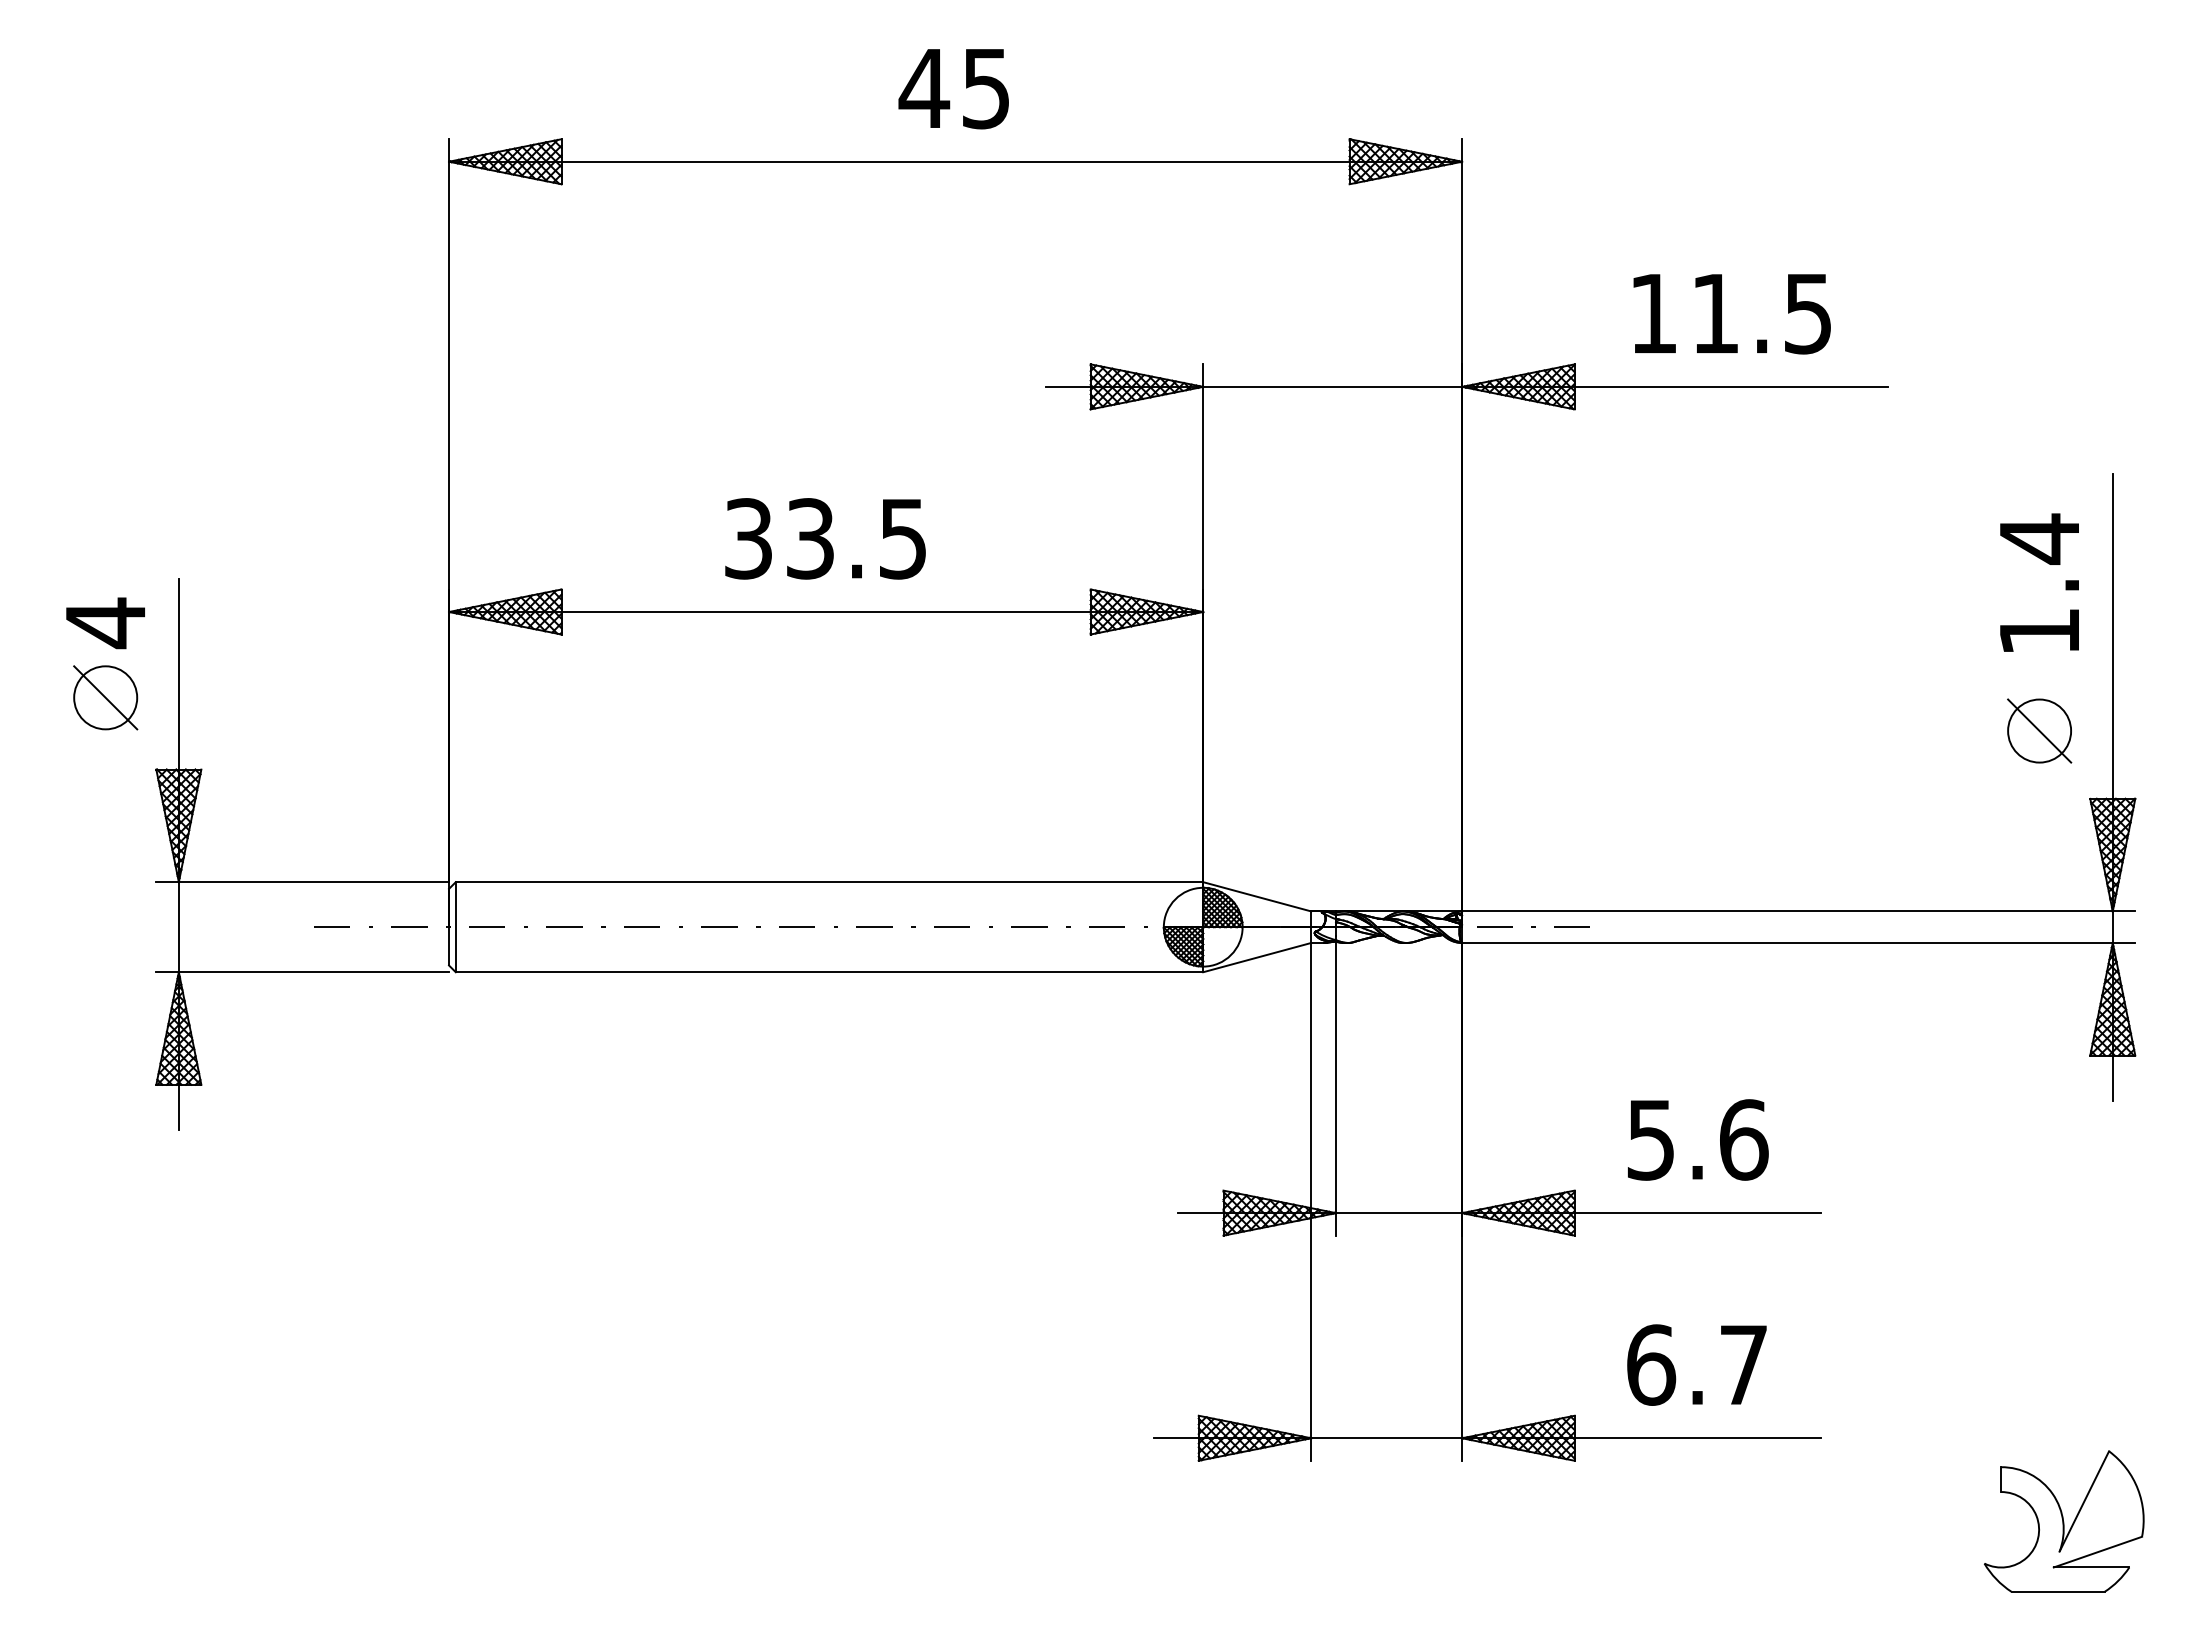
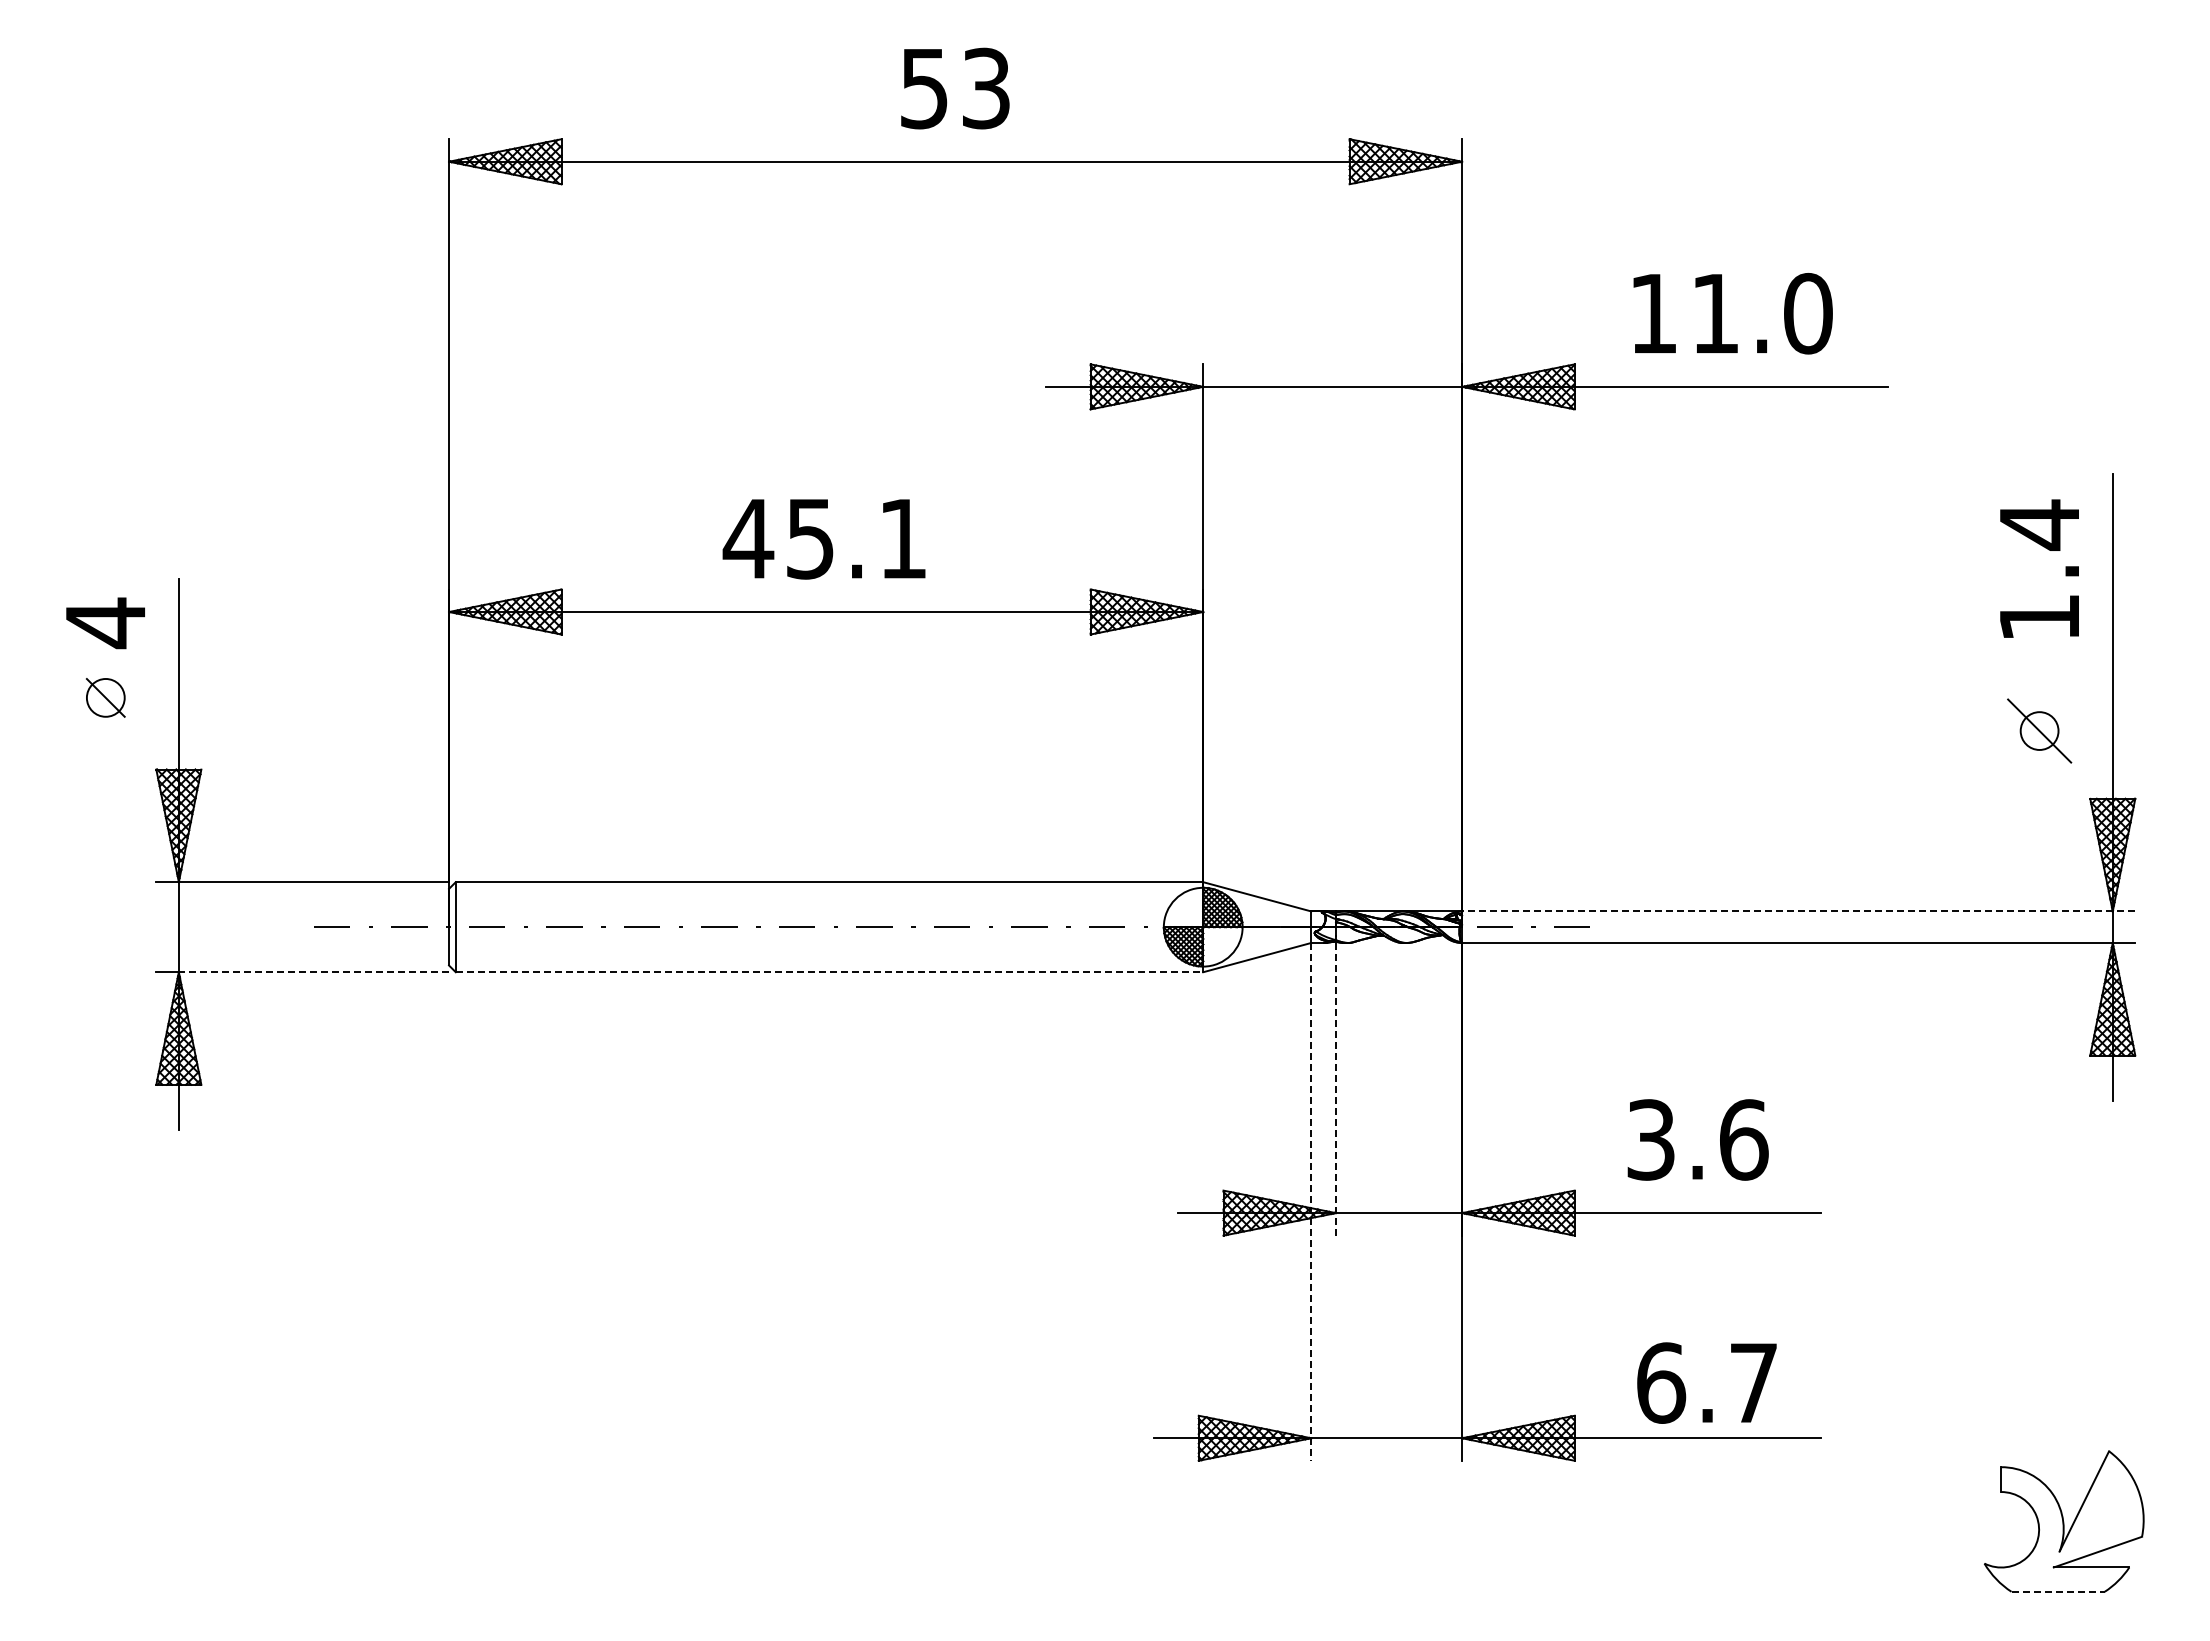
text at (953, 88): 45 -> 53
text at (1808, 313): 11.5 -> 11.0
text at (823, 538): 33.5 -> 45.1
text at (2039, 582) position: (2039, 582) -> (2039, 568)
part at (105, 697) size: 66x66 px -> 40x40 px
circle at (2039, 730) diameter: 63 px -> 38 px
line at (1798, 911): solid -> dashed
line at (313, 972): solid -> dashed
line at (829, 972): solid -> dashed
line at (1336, 1089): solid -> dashed
text at (1650, 1139): 5.6 -> 3.6
line at (1311, 1201): solid -> dashed
text at (1696, 1364) position: (1696, 1364) -> (1706, 1382)
line at (2058, 1591): solid -> dashed
